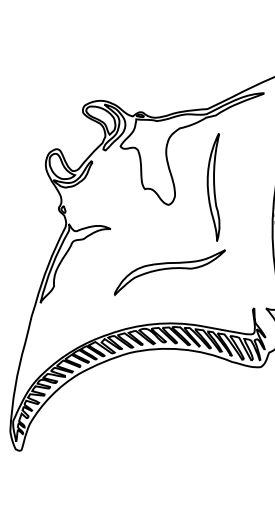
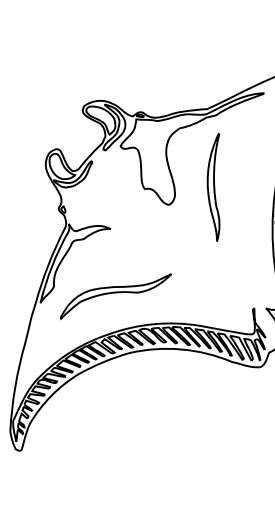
part at (169, 272) position: (169, 272) -> (115, 296)
